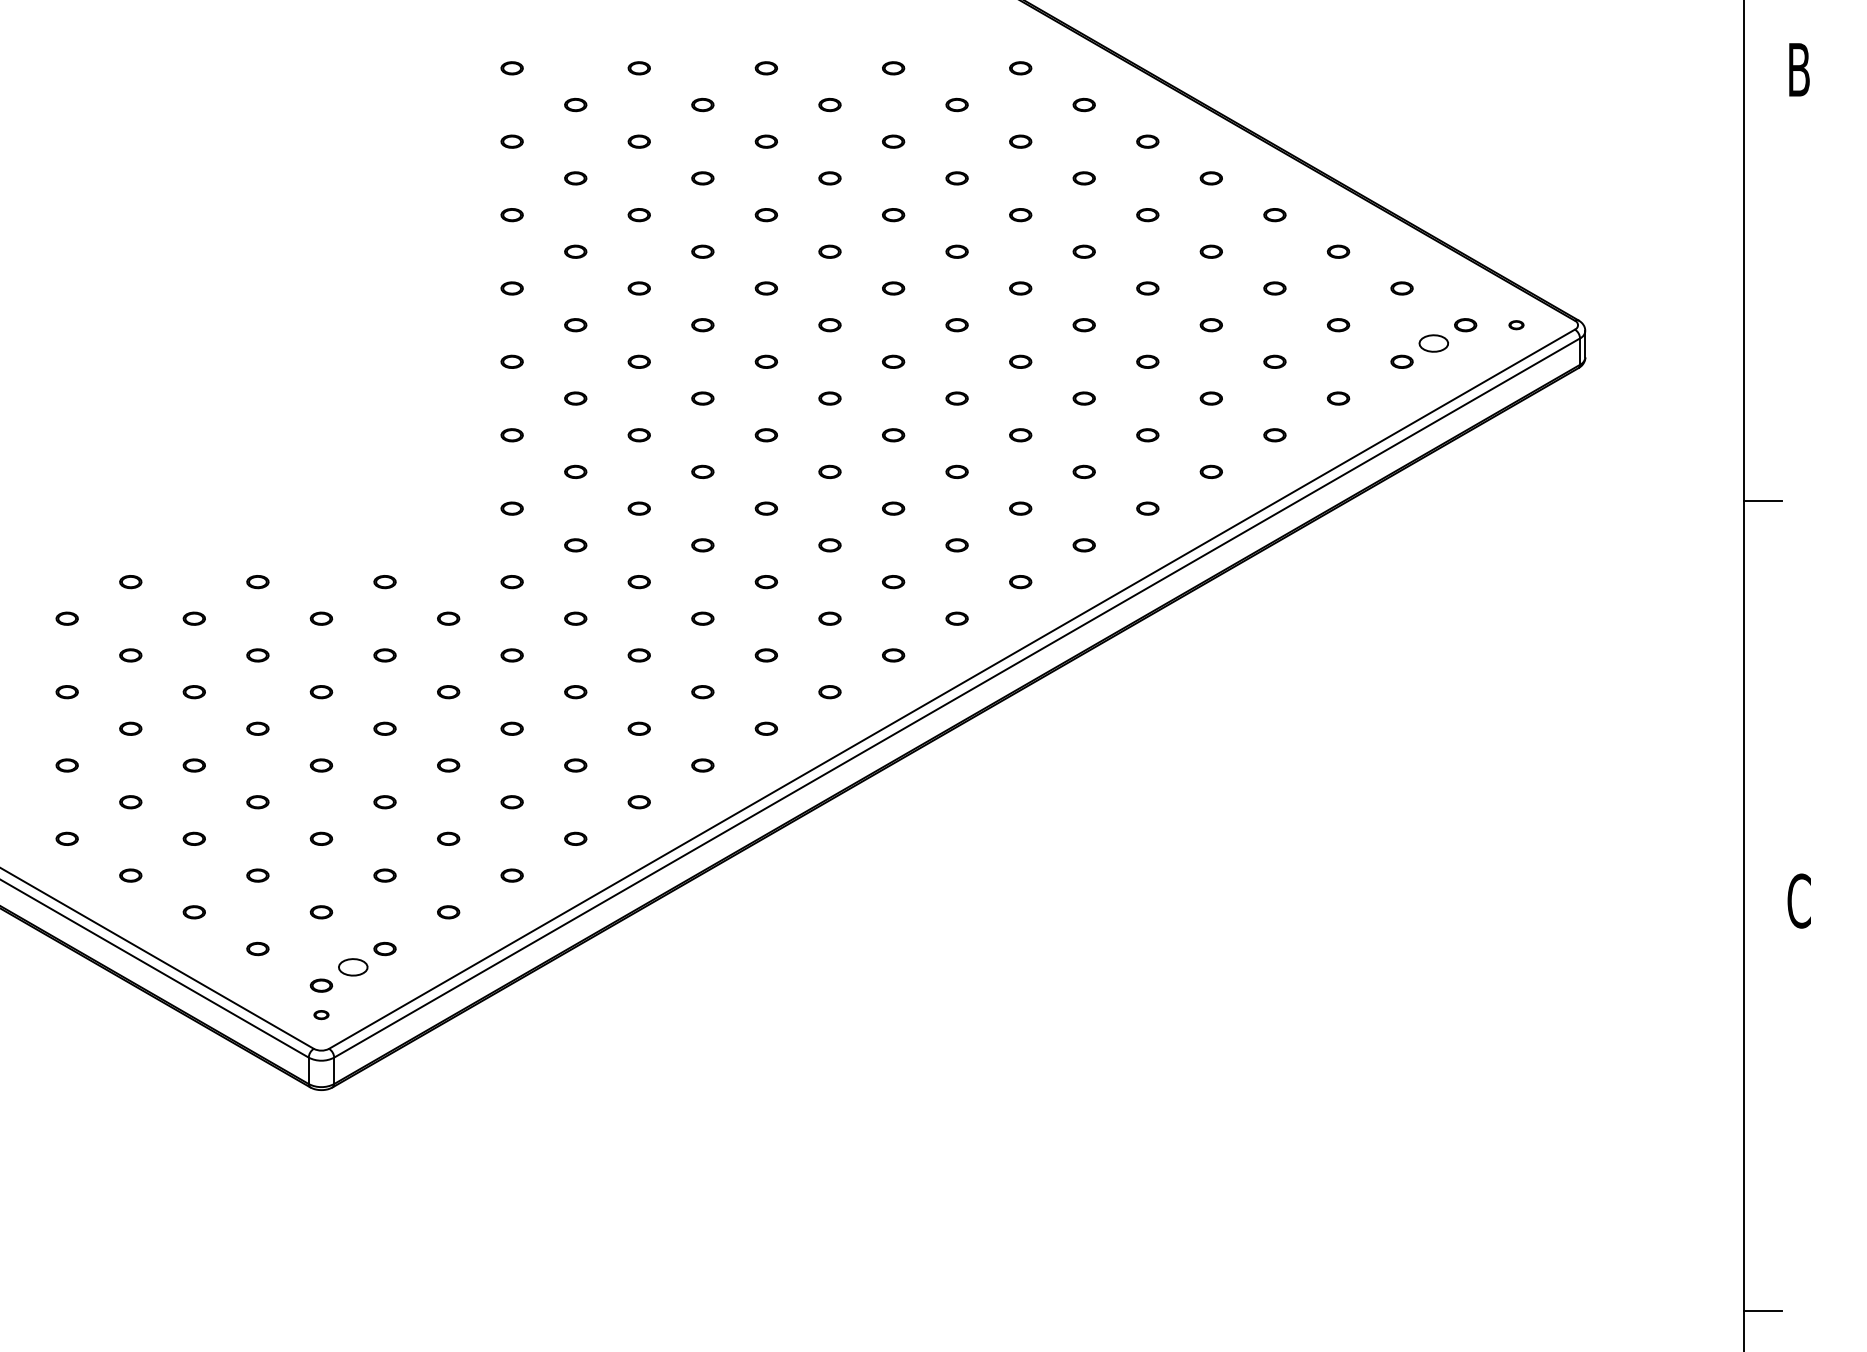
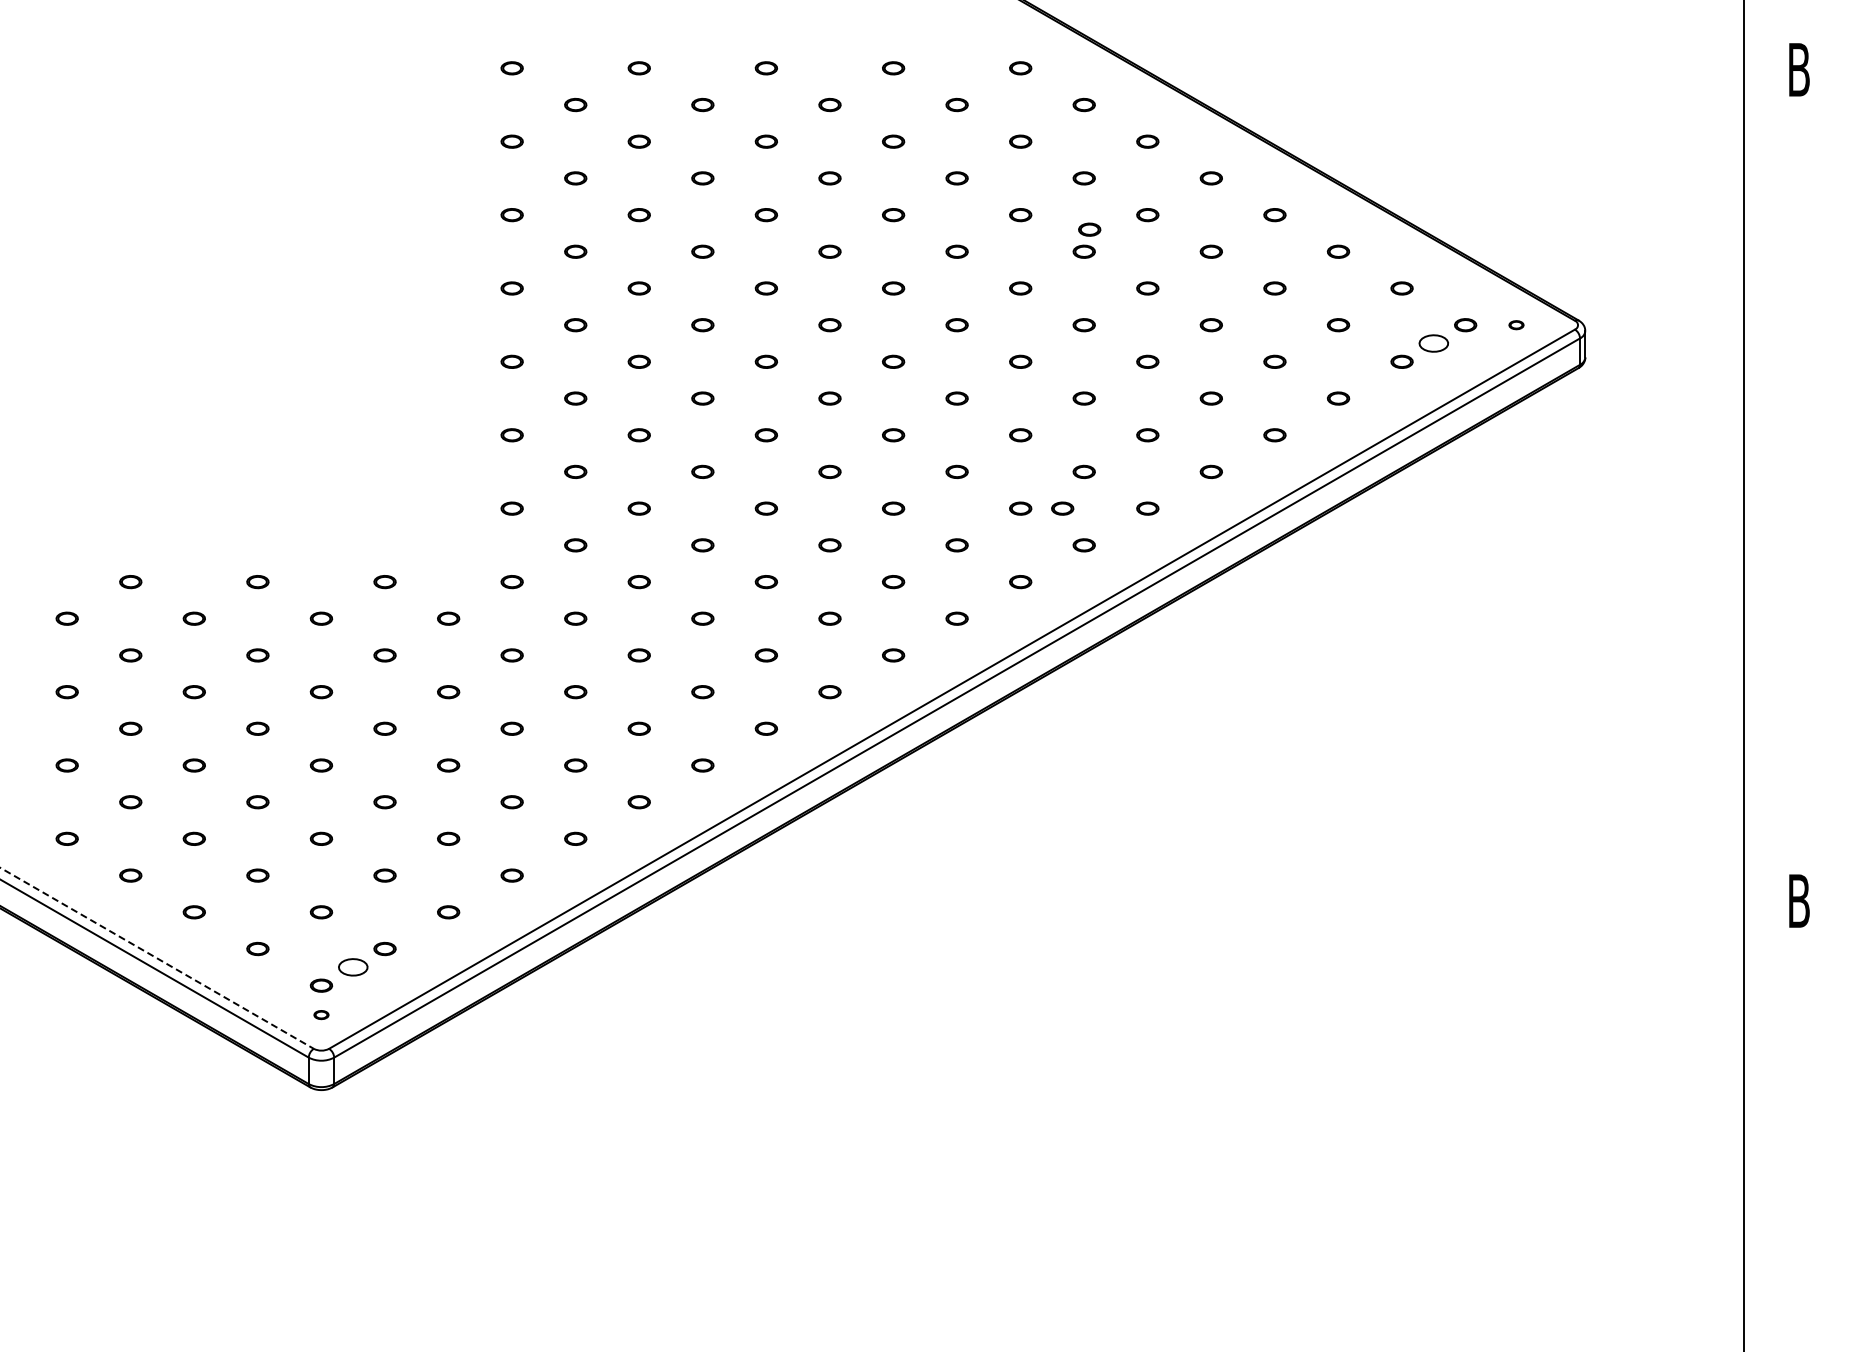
part at (1089, 229): none -> present
line at (1762, 500): present -> none
part at (1062, 508): none -> present
text at (1798, 900): C -> B
line at (157, 958): solid -> dashed
line at (1762, 1311): present -> none
